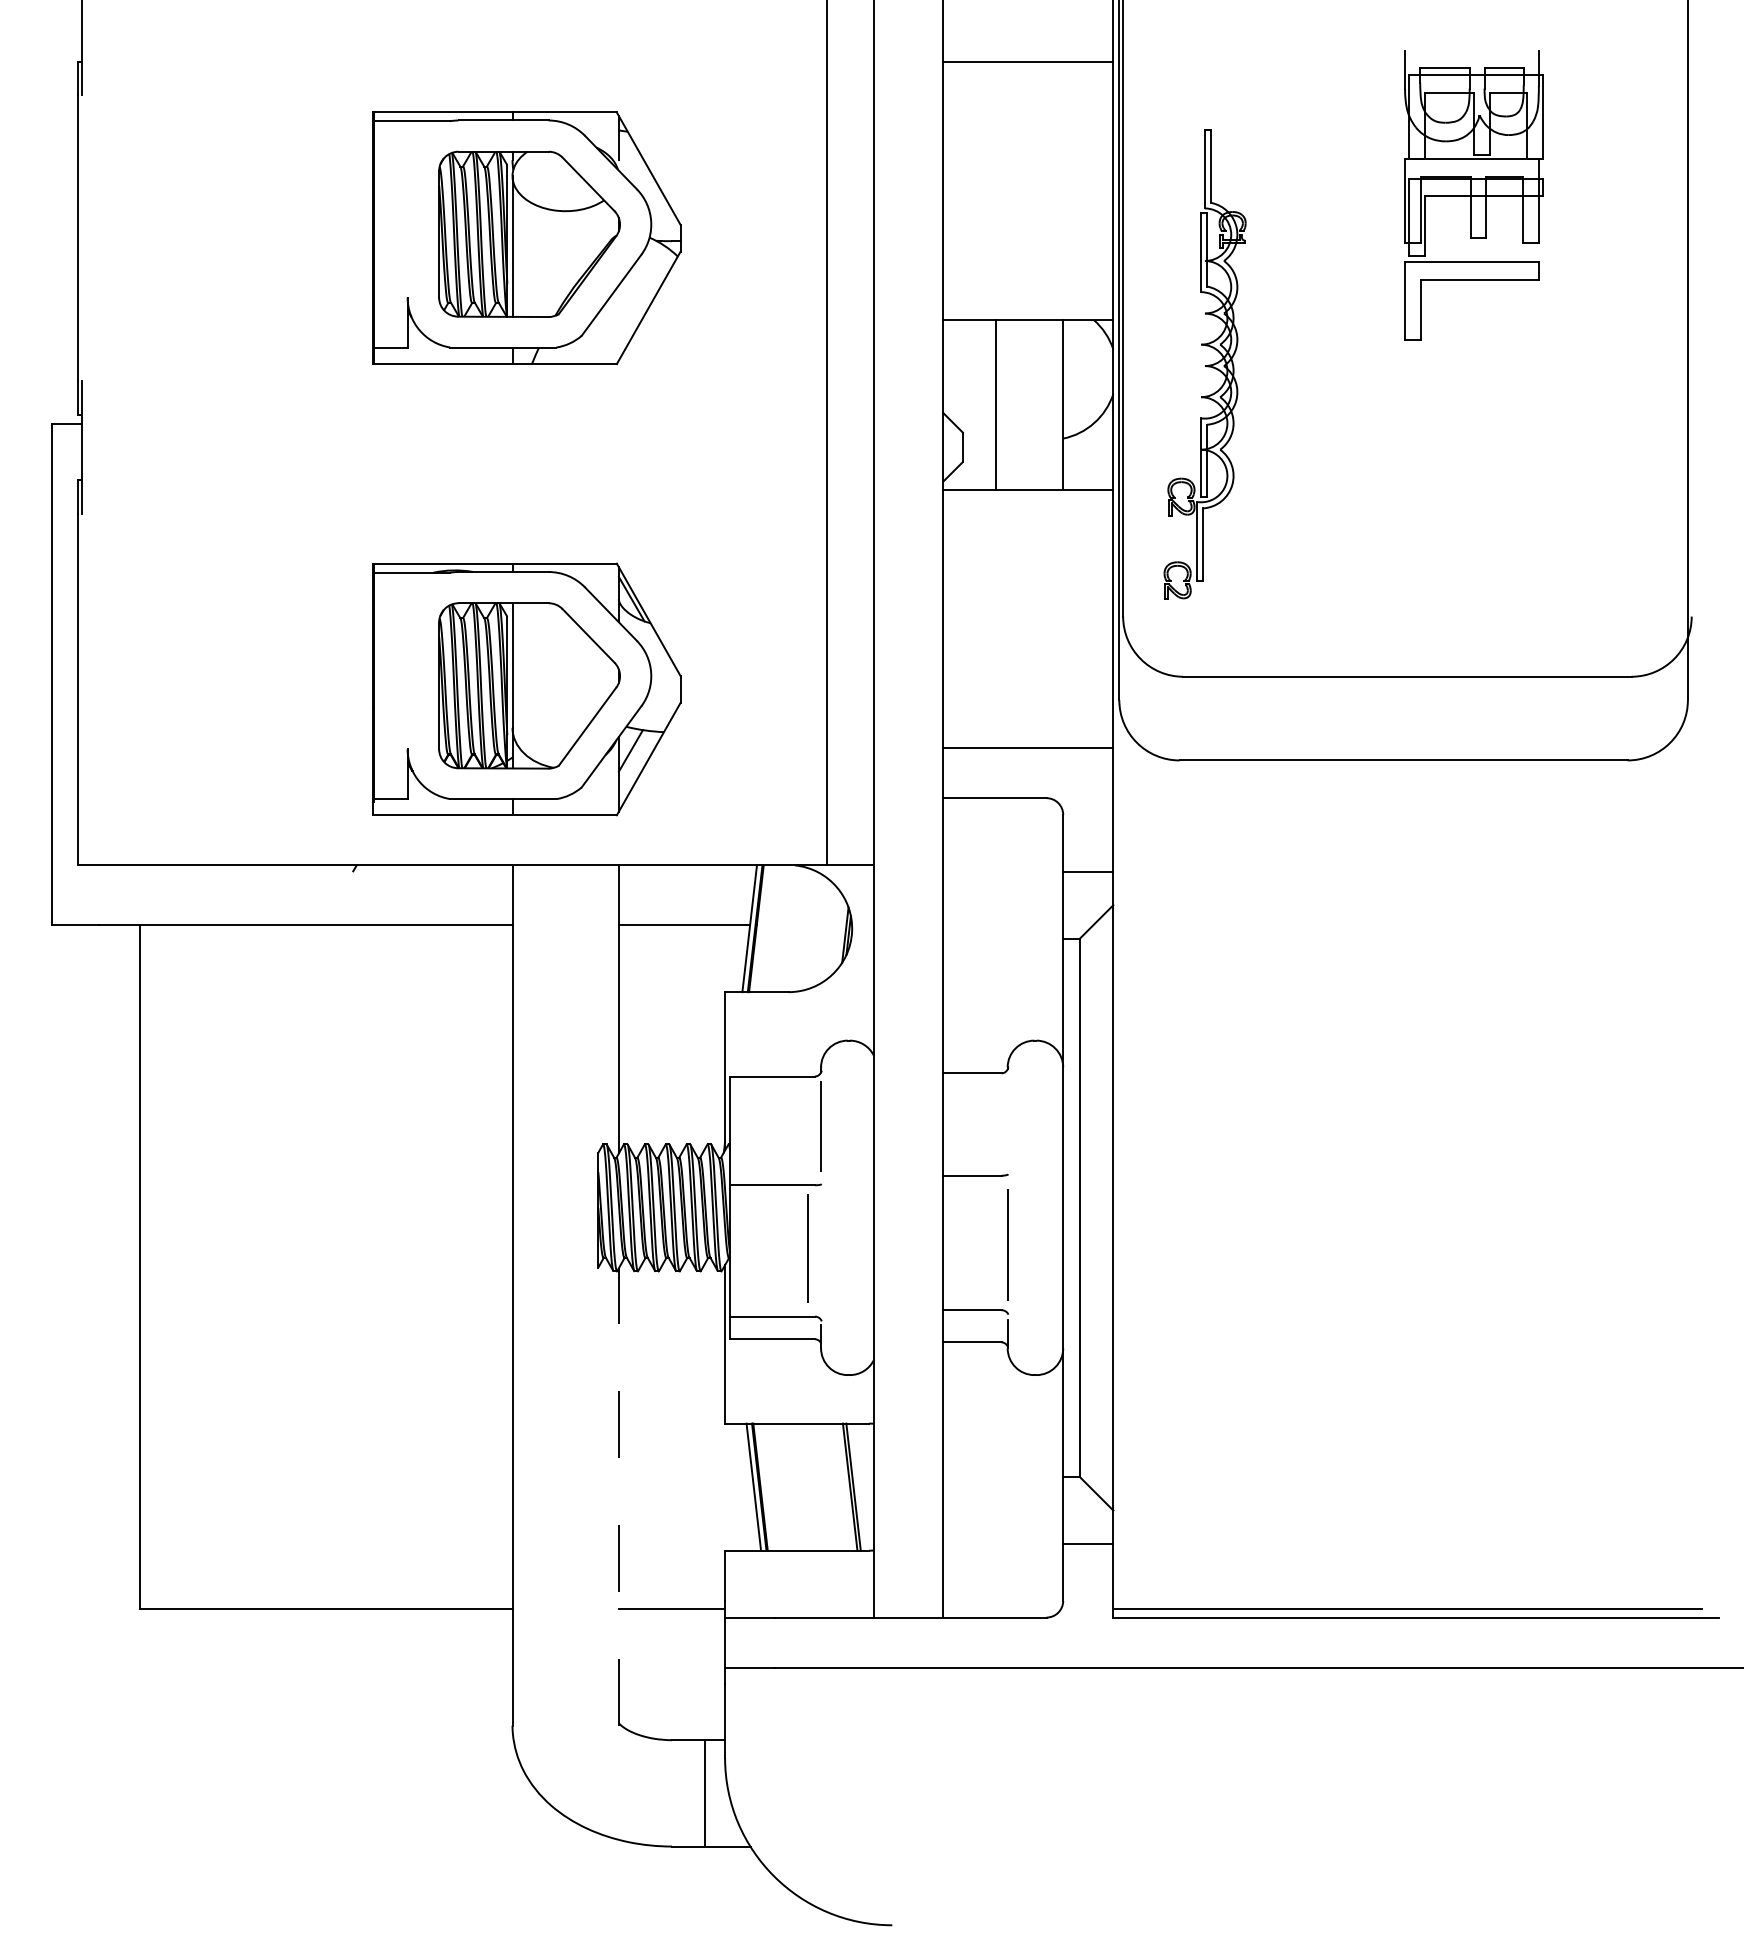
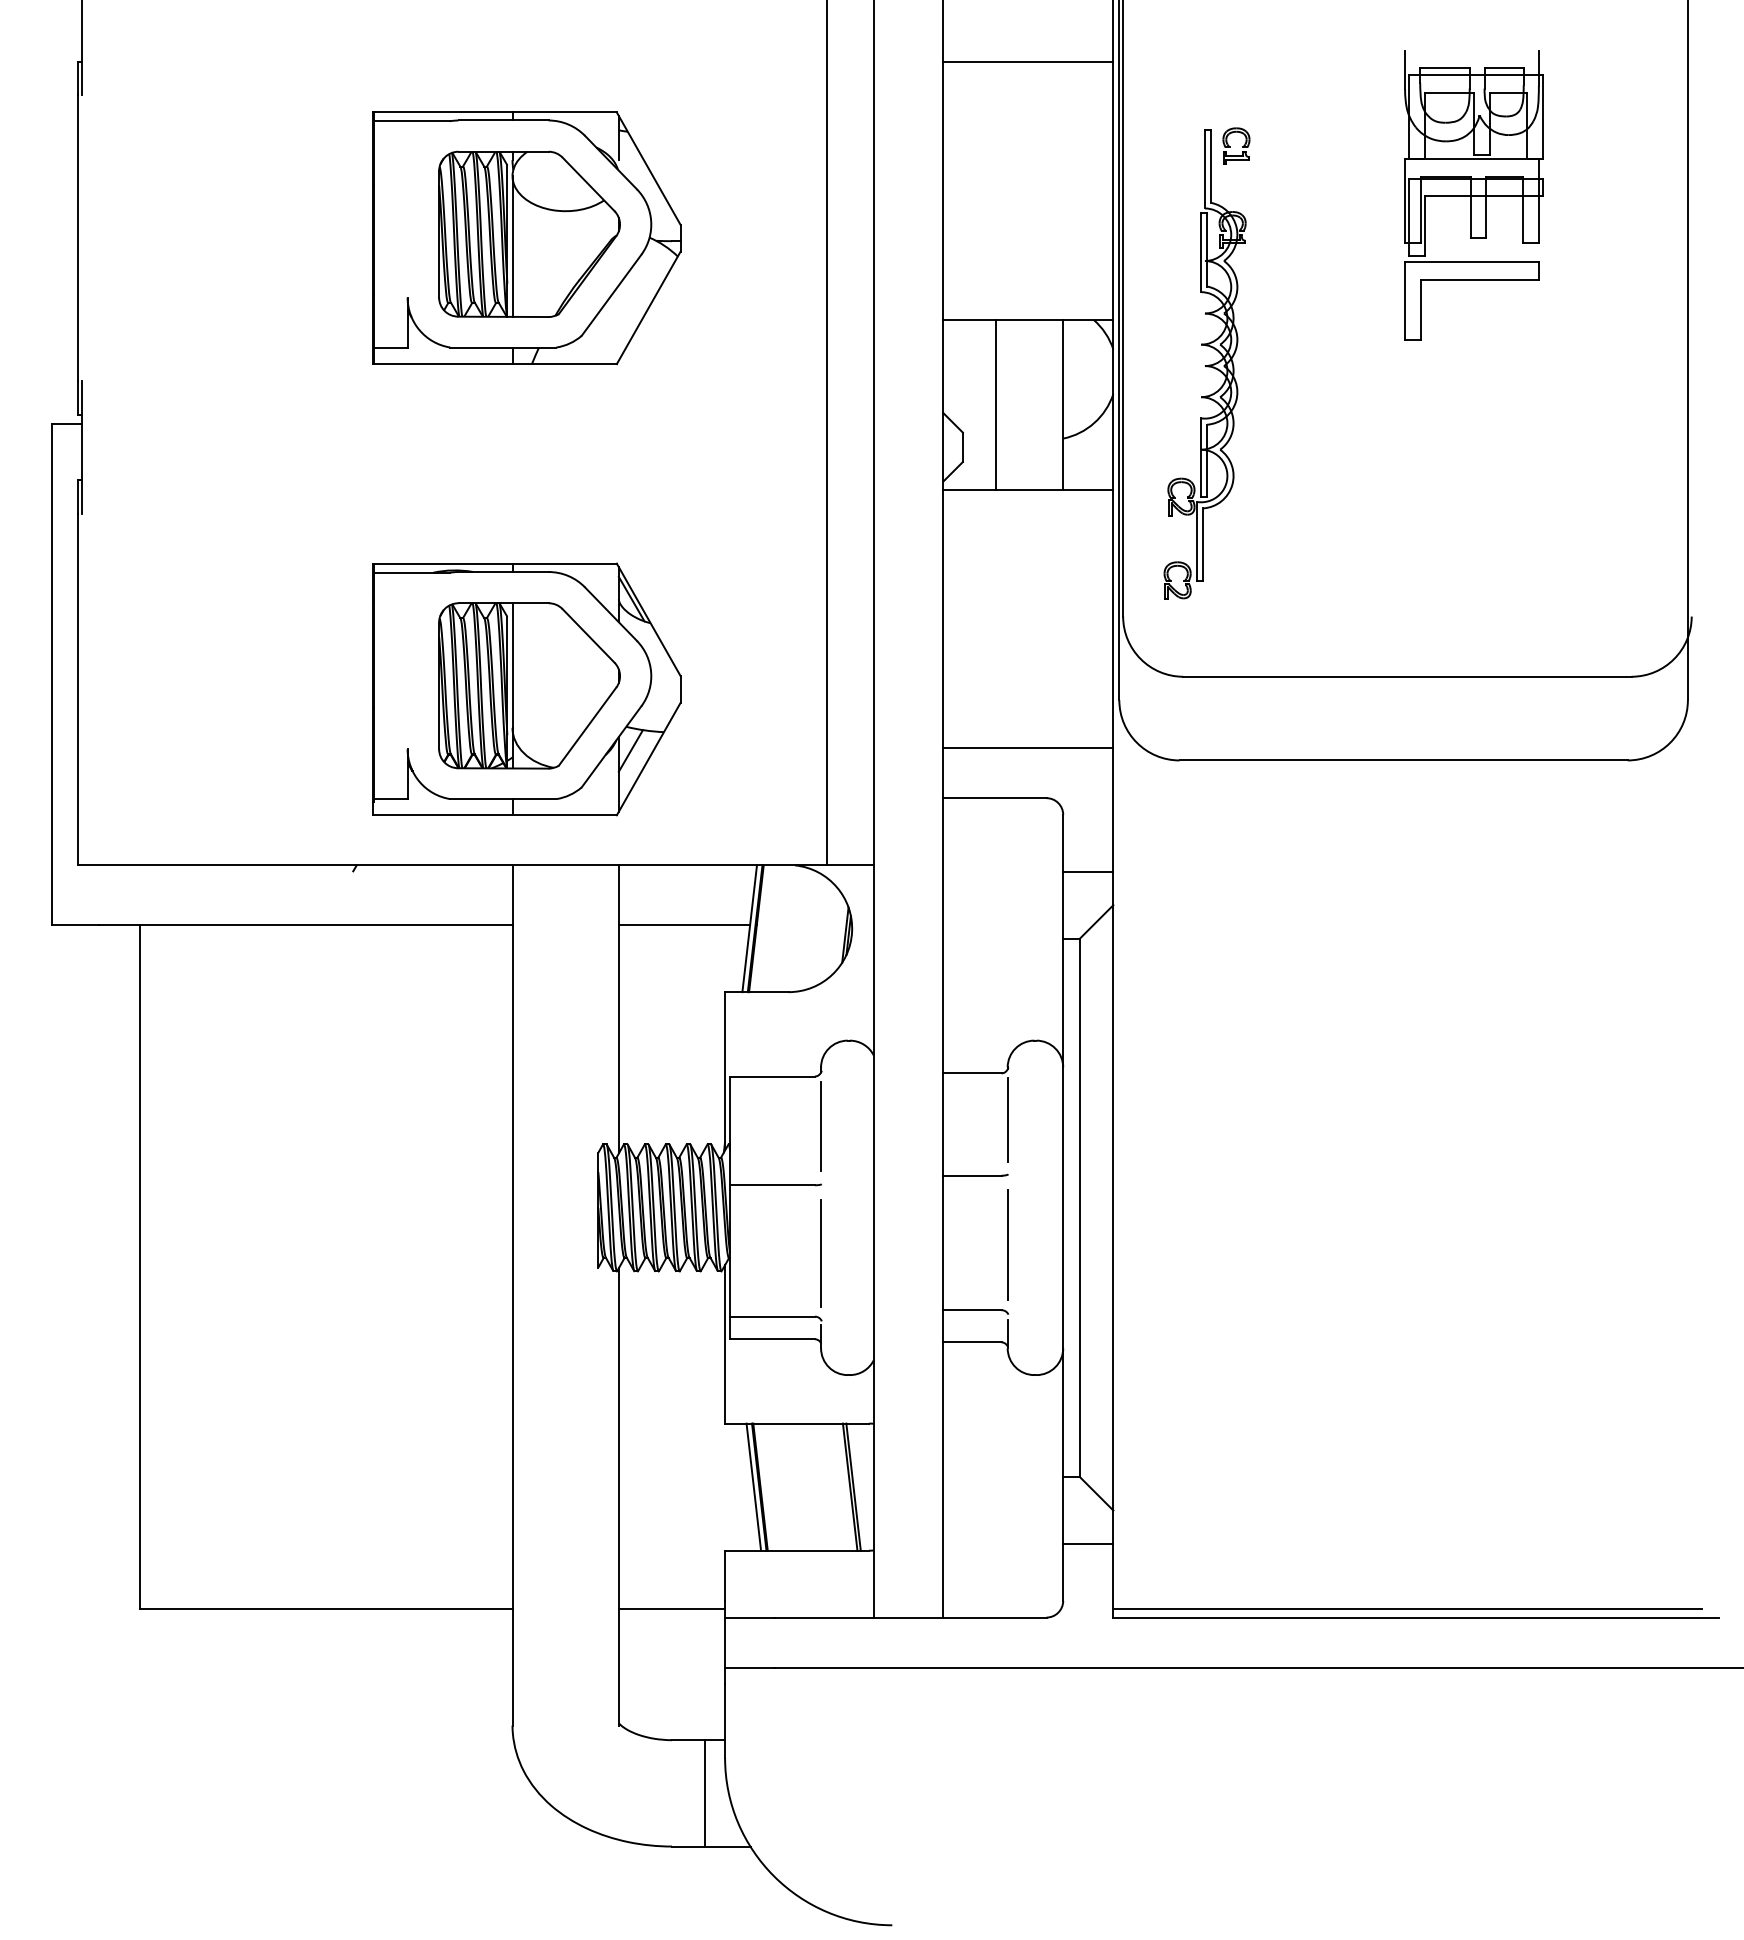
part at (1230, 146): none -> present
line at (1007, 1119): none -> present
line at (807, 1248) position: (807, 1248) -> (820, 1253)
line at (618, 1496): dashed -> solid
